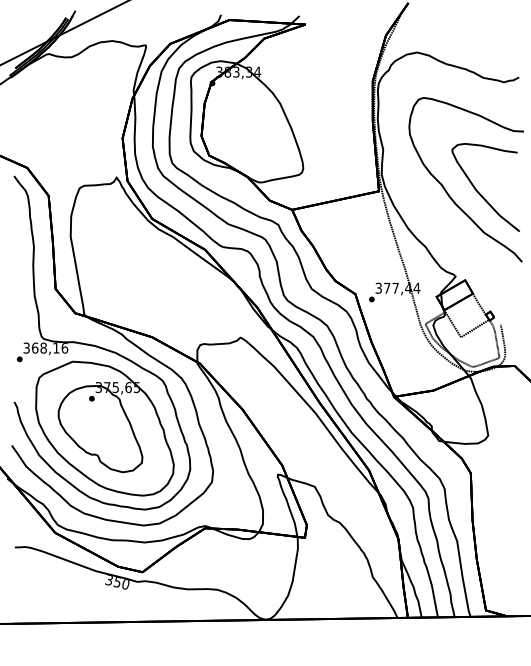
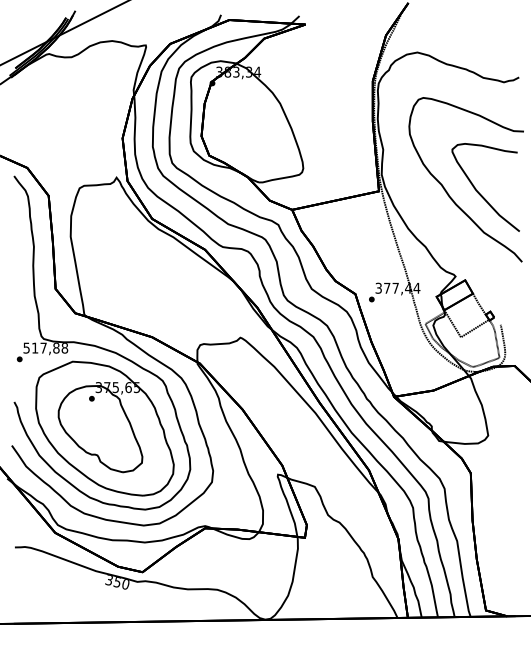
text at (45, 347): 368,16 -> 517,88
